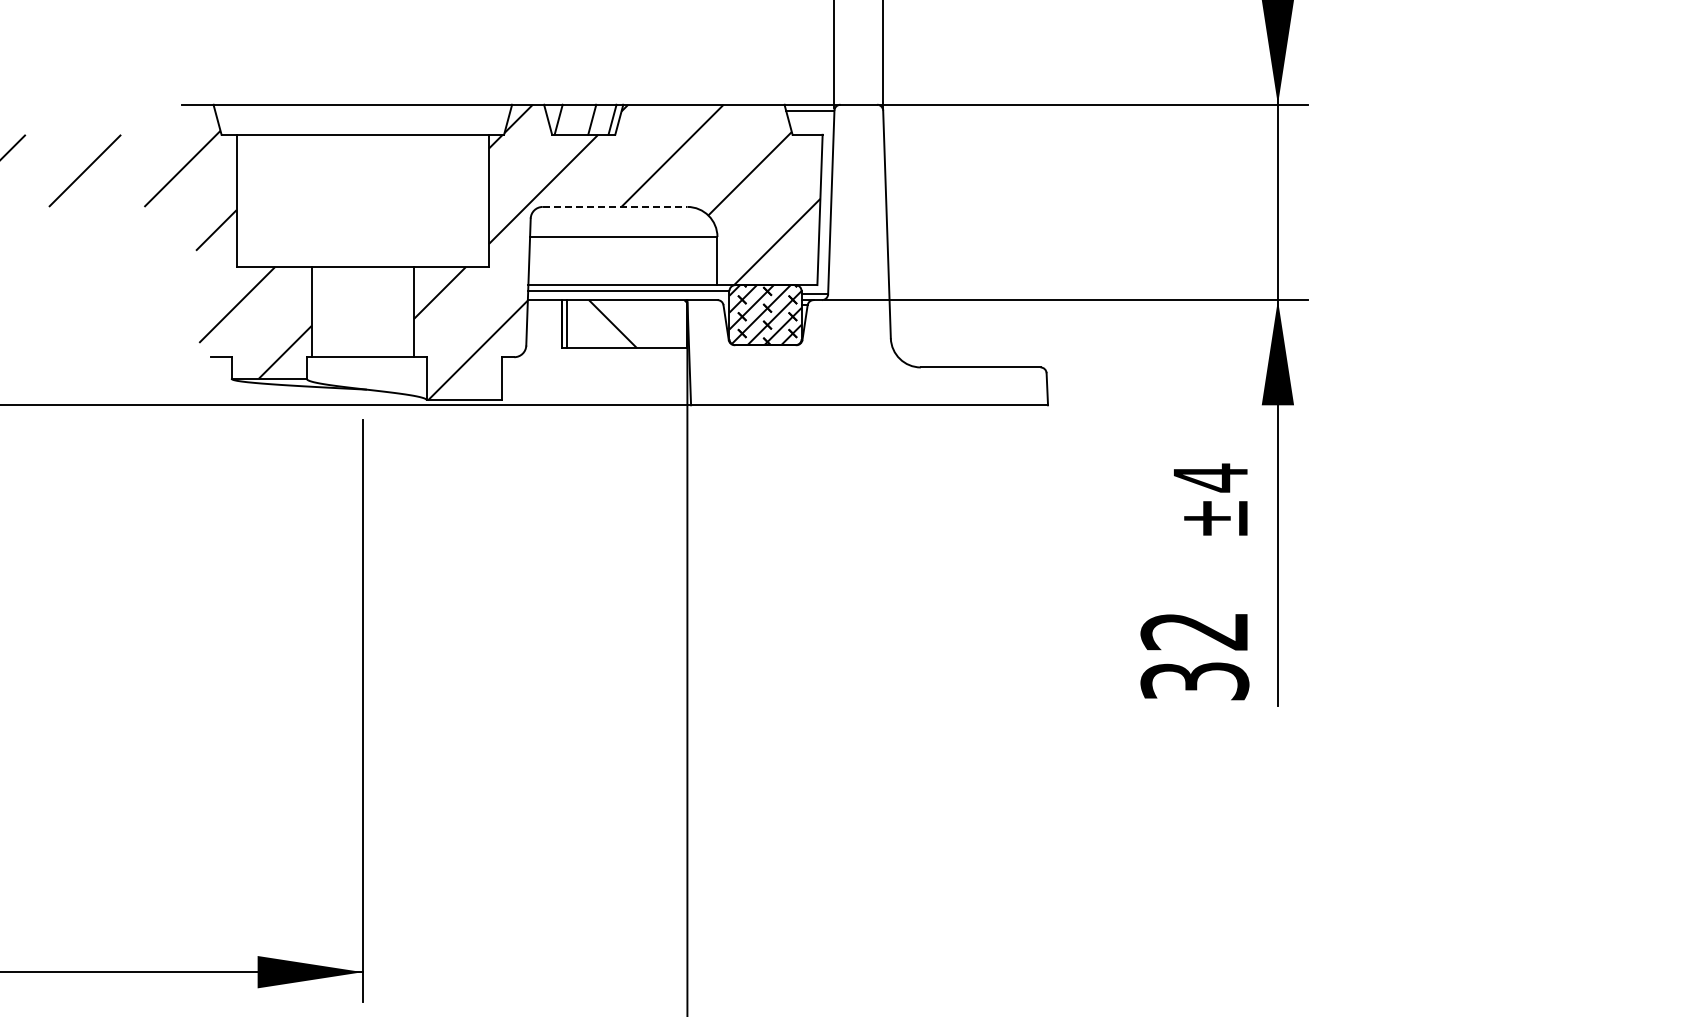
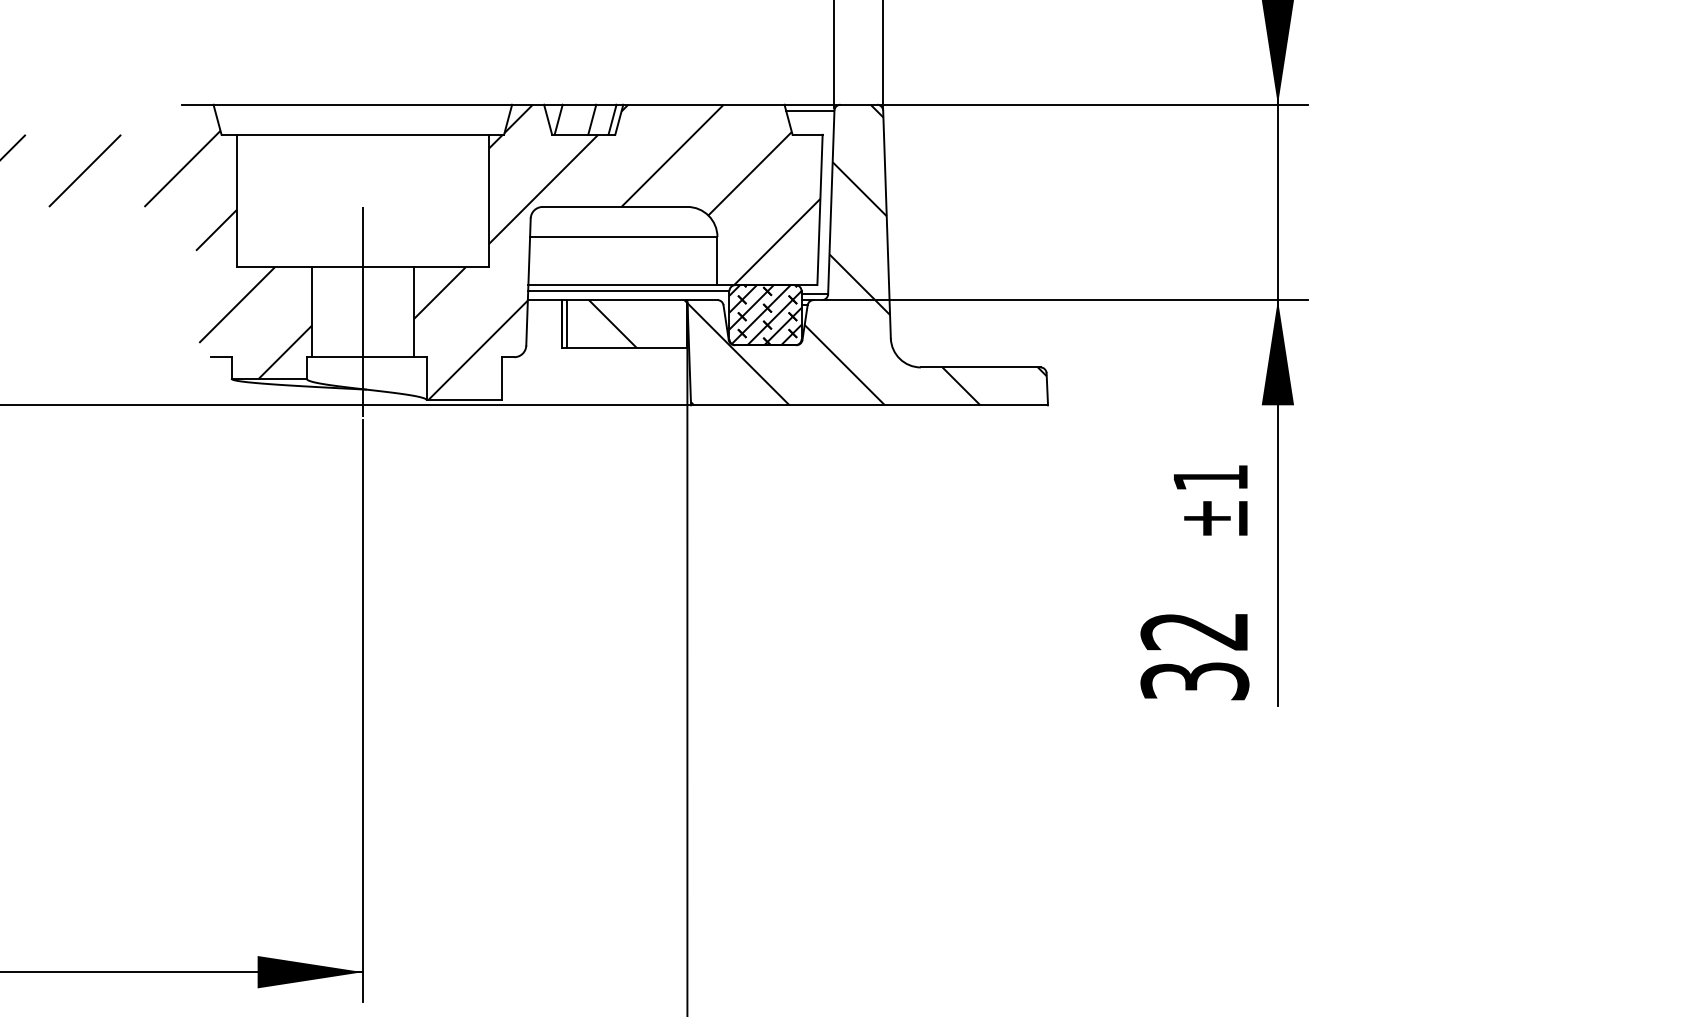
line at (615, 206): dashed -> solid
hatch at (866, 254): none -> present
line at (362, 311): none -> present
text at (1210, 477): ±4 -> ±1
